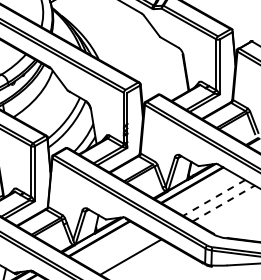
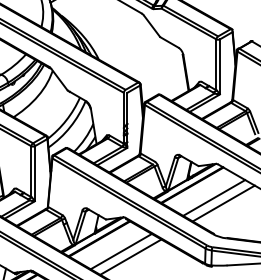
line at (214, 197): dashed -> solid
line at (223, 203): dashed -> solid
line at (120, 251): none -> present
